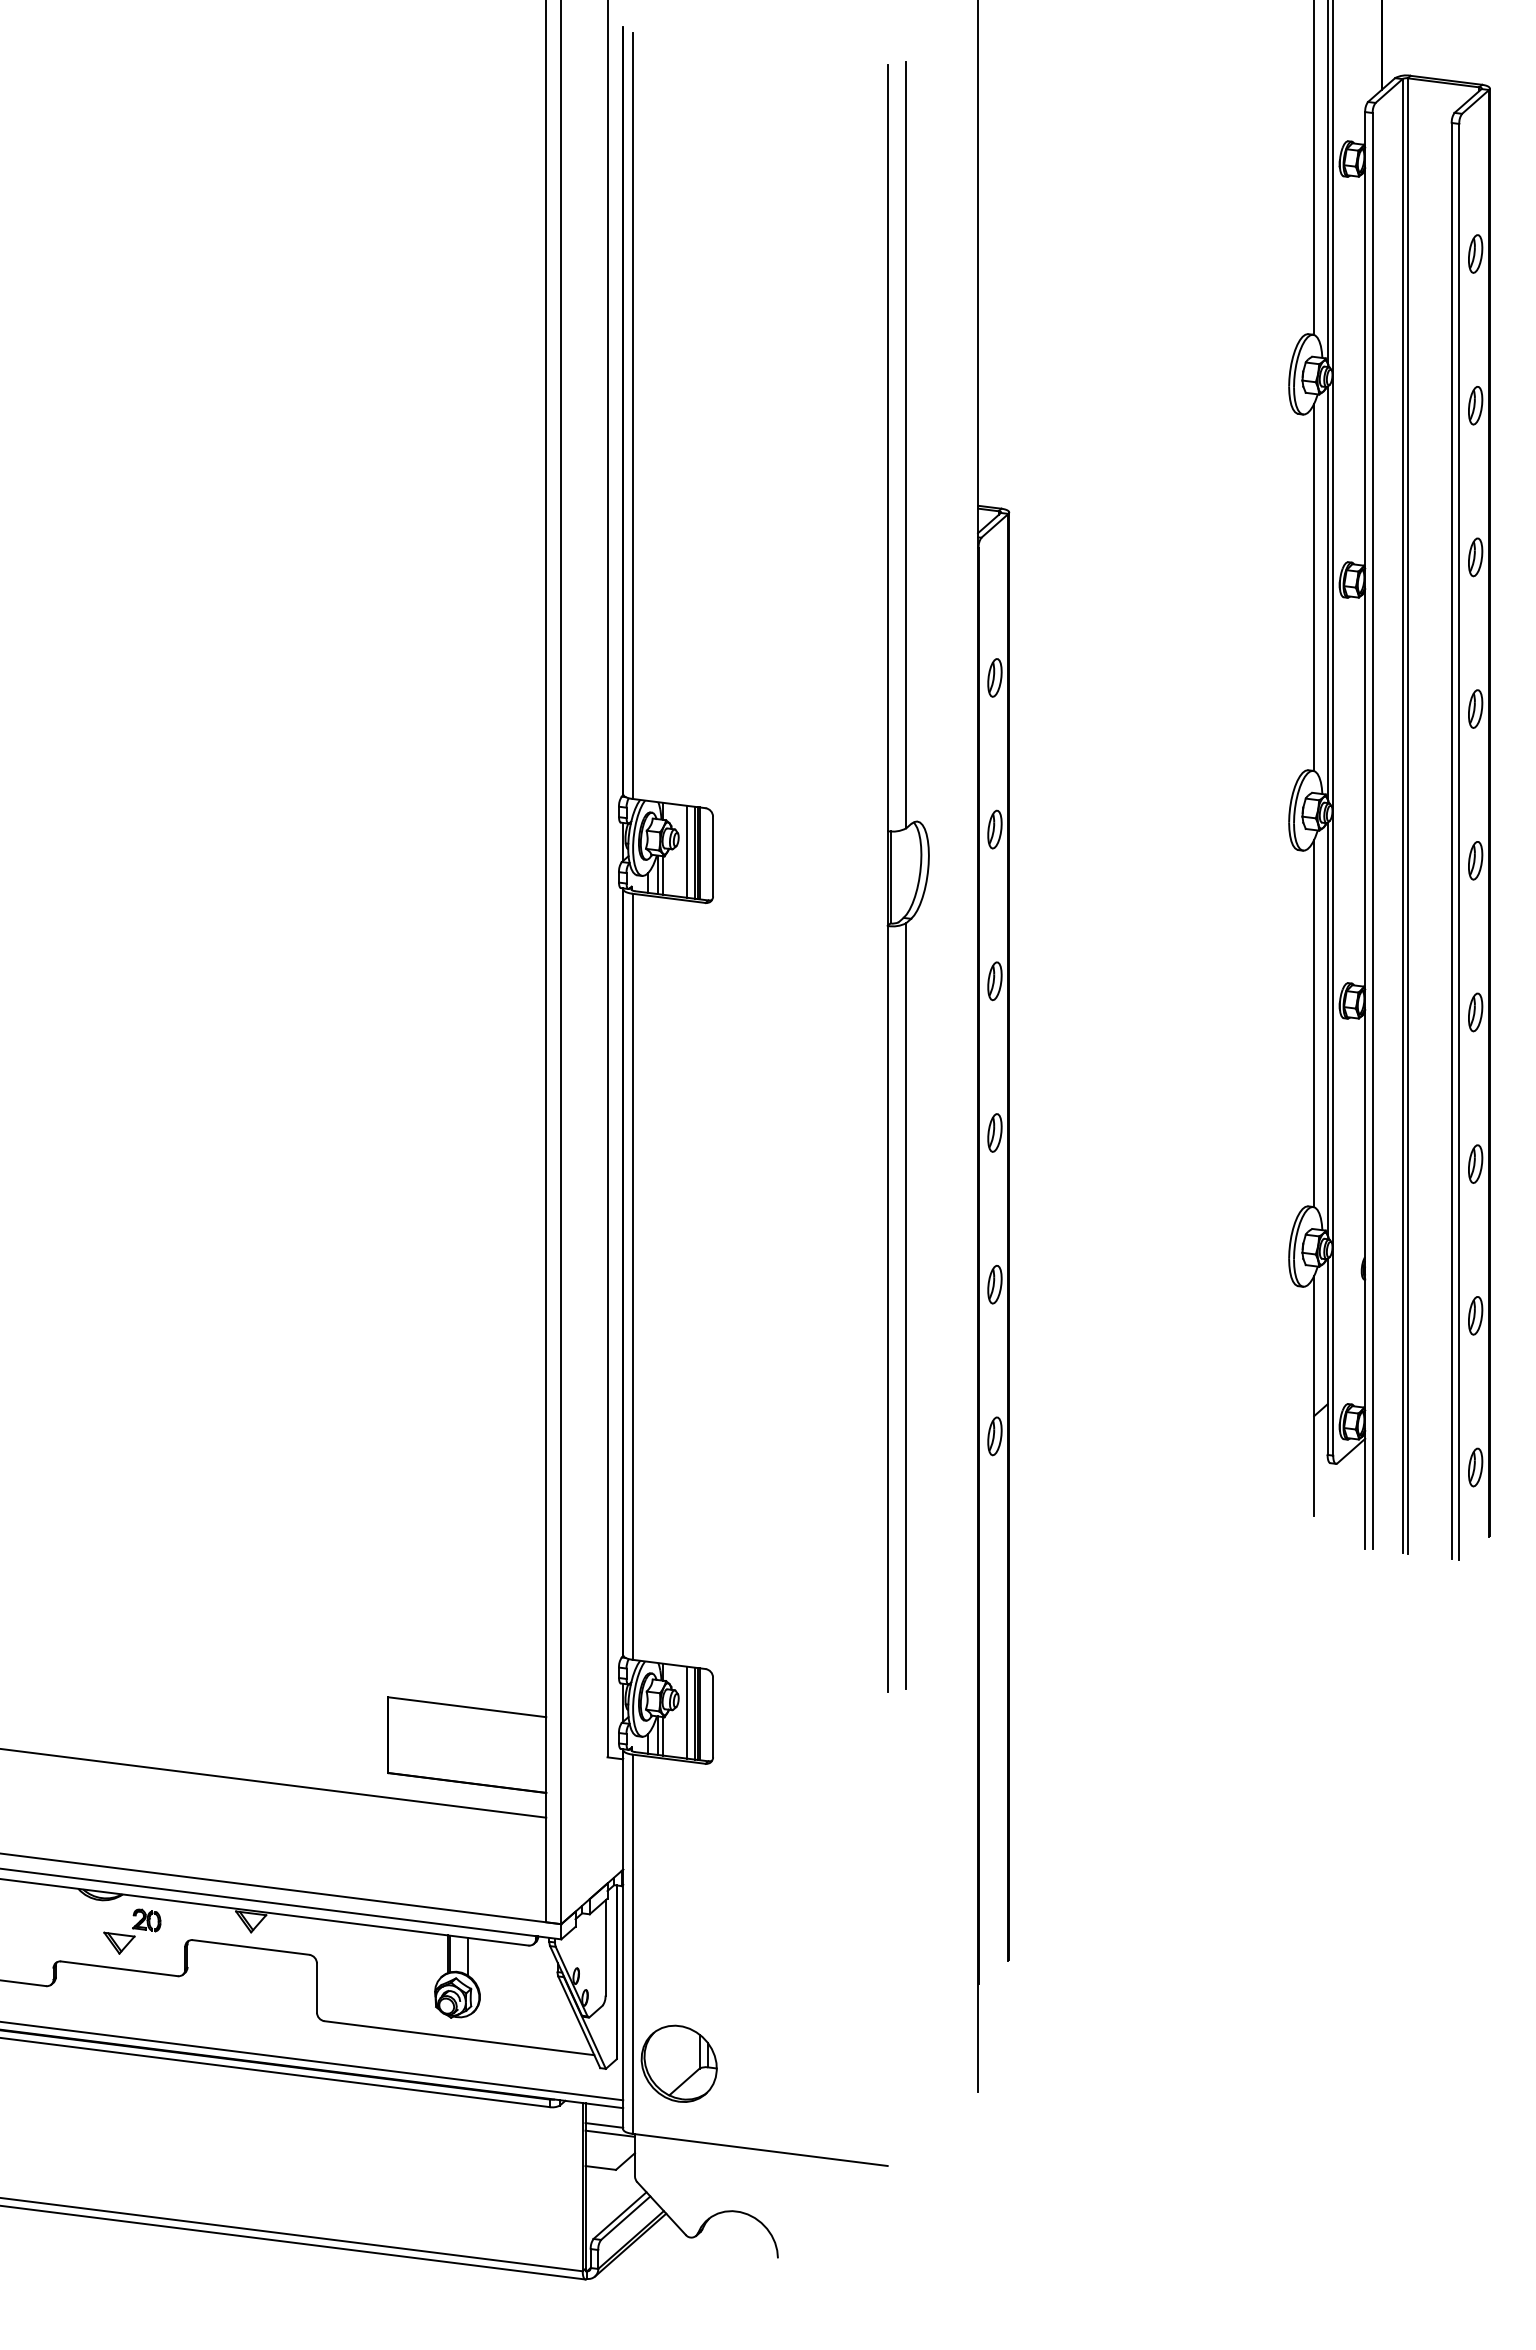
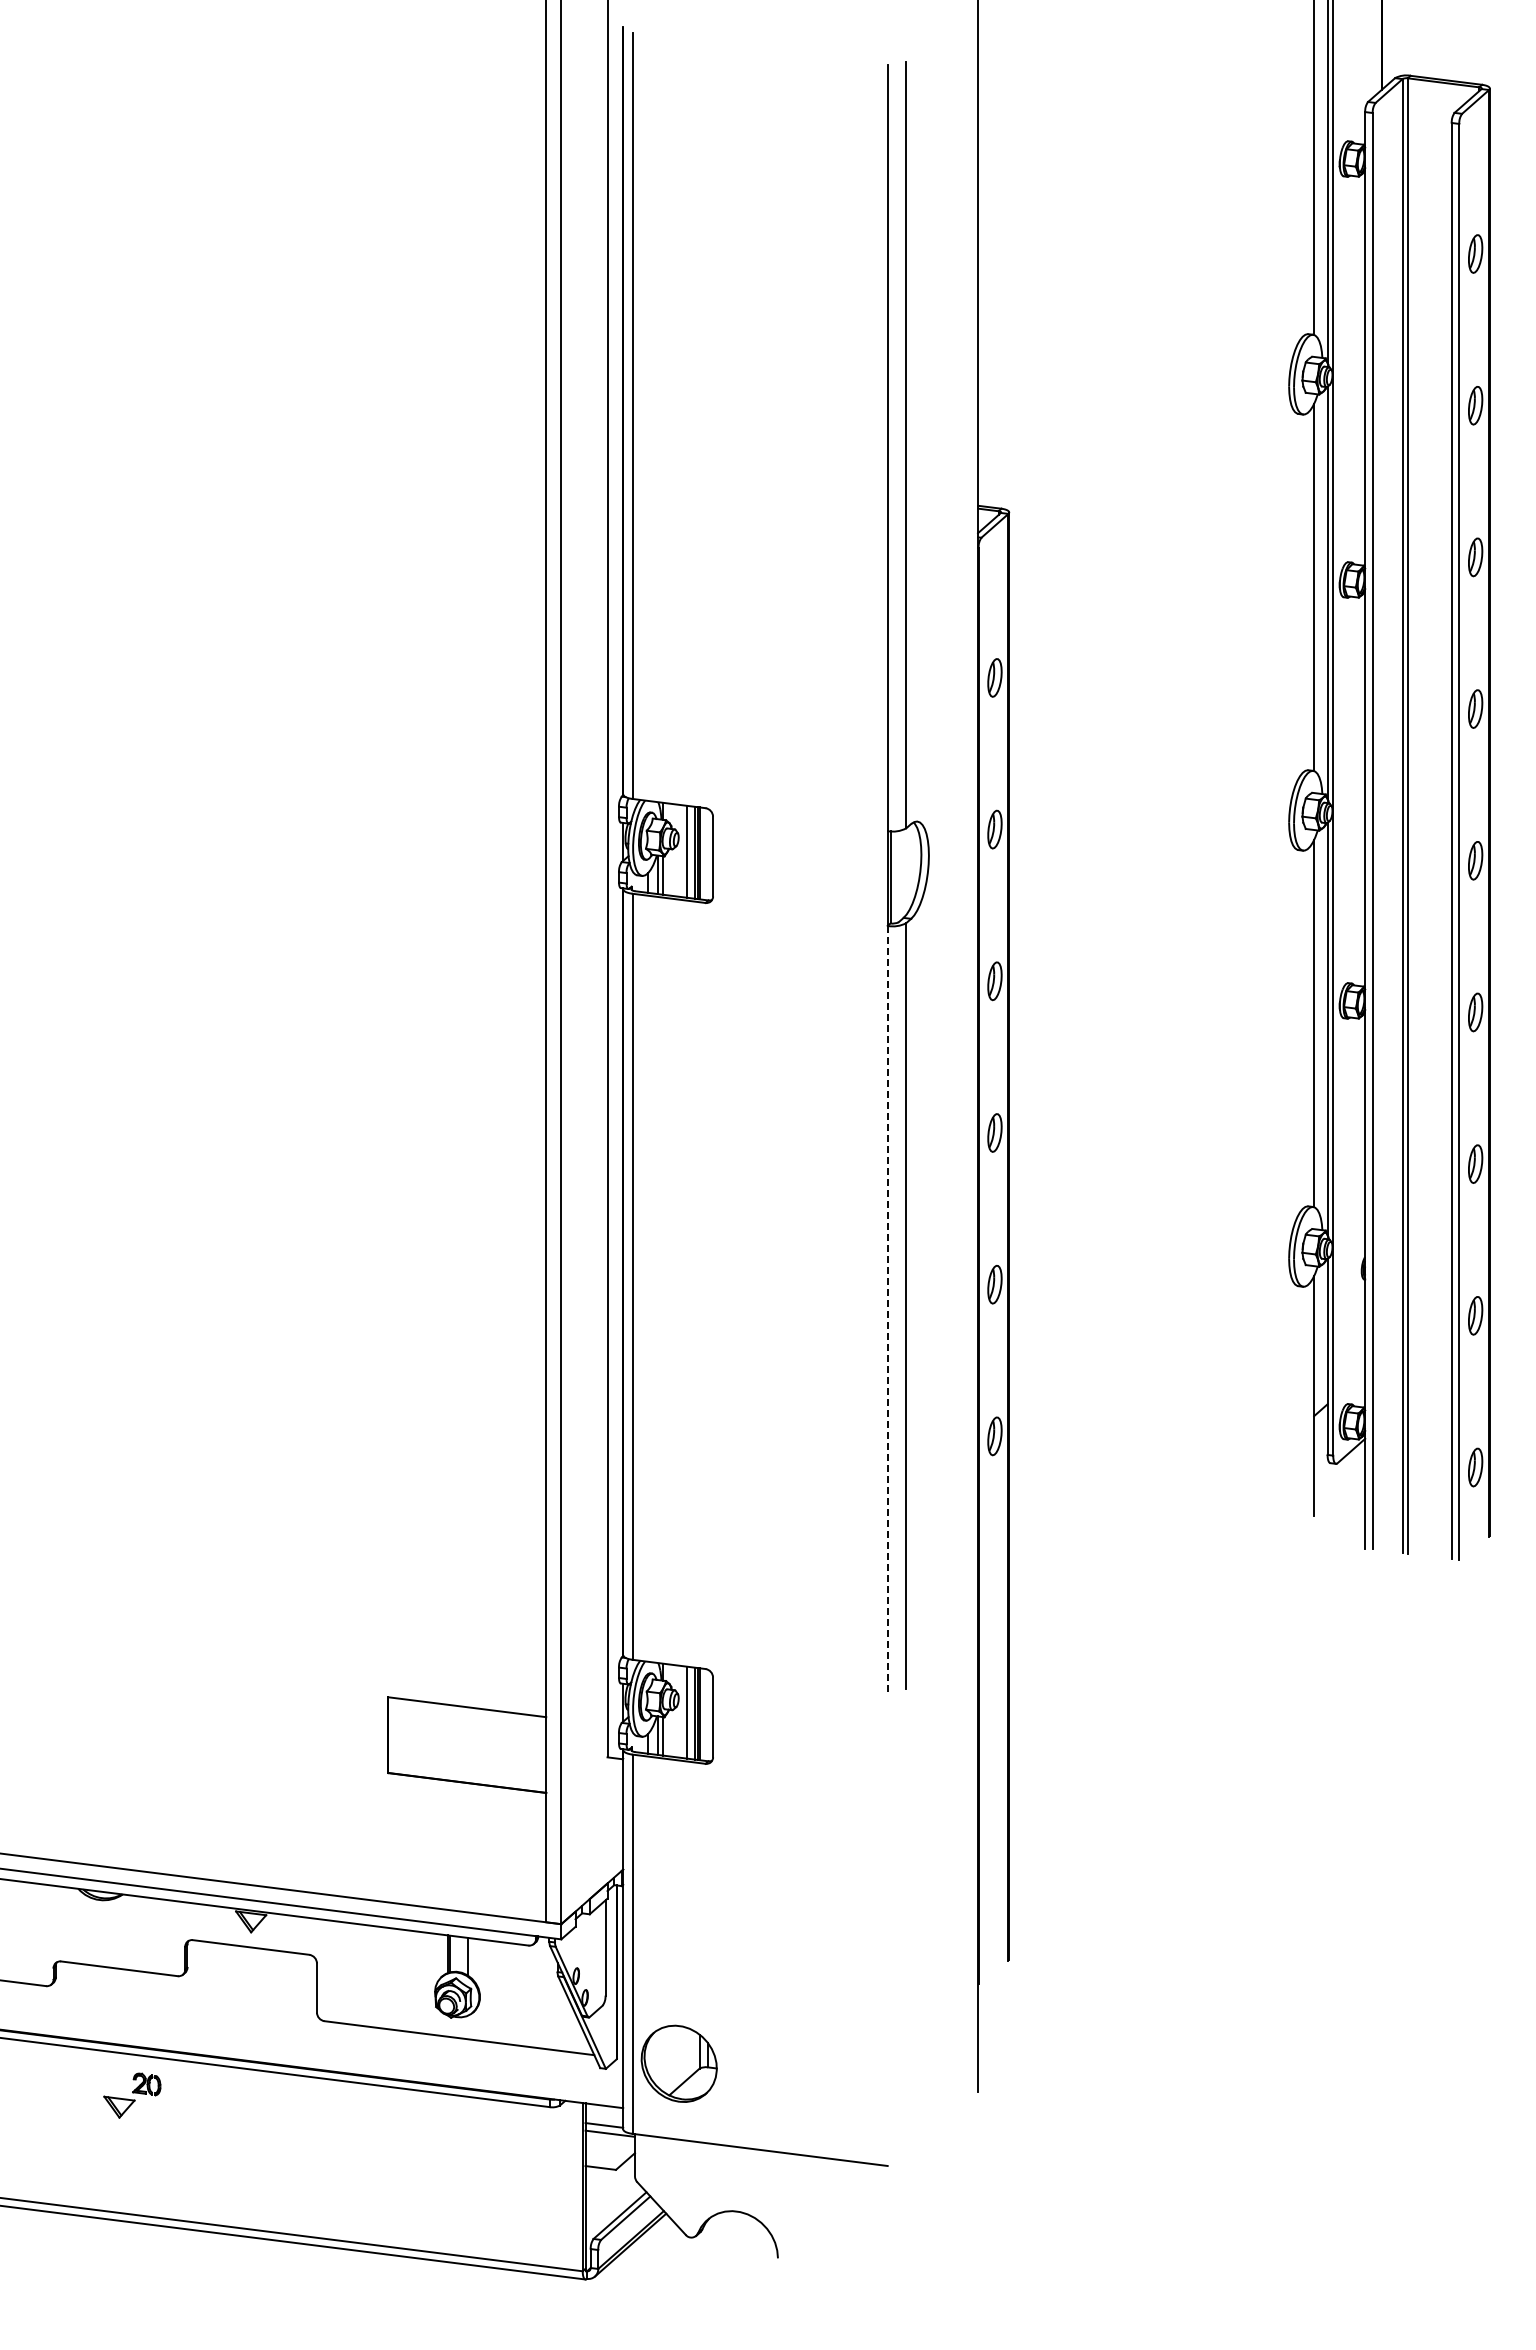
line at (887, 1309): solid -> dashed
line at (274, 1783): present -> none
part at (132, 1931) position: (132, 1931) -> (132, 2095)
line at (312, 2061): present -> none
